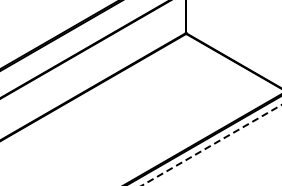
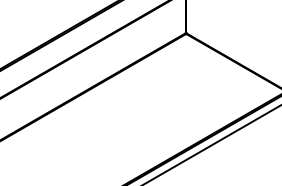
line at (211, 145): dashed -> solid
